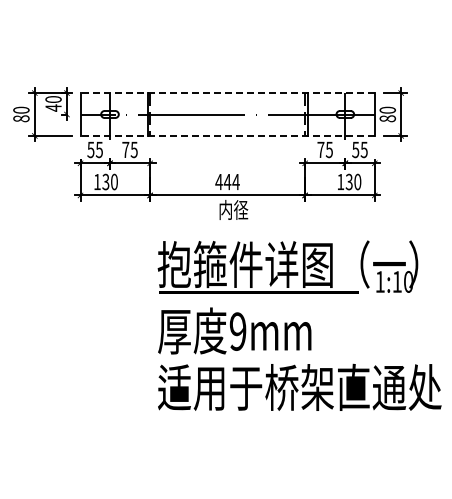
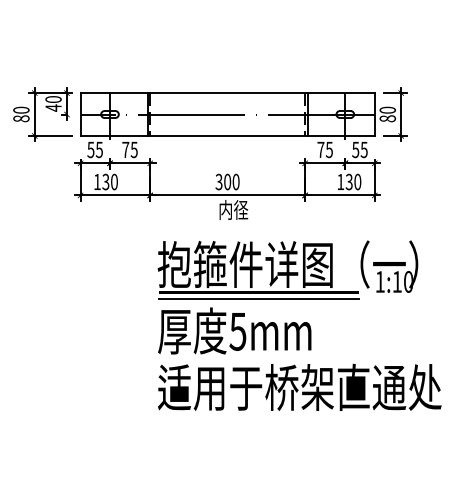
line at (227, 93): dashed -> solid
line at (227, 135): dashed -> solid
text at (227, 181): 444 -> 300
line at (258, 299): none -> present
text at (237, 331): 9mm -> 5mm
